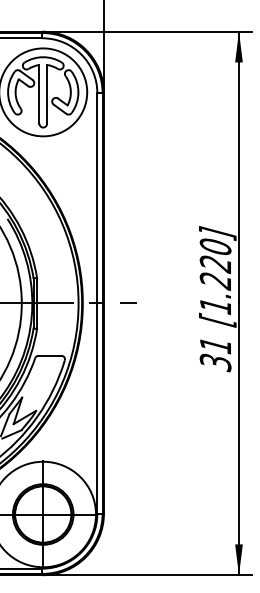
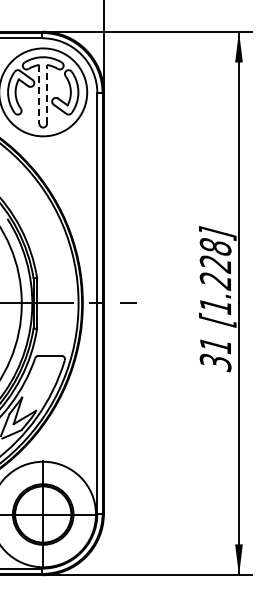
line at (47, 93): solid -> dashed
line at (39, 94): solid -> dashed
text at (215, 246): [1.220] -> [1.228]
